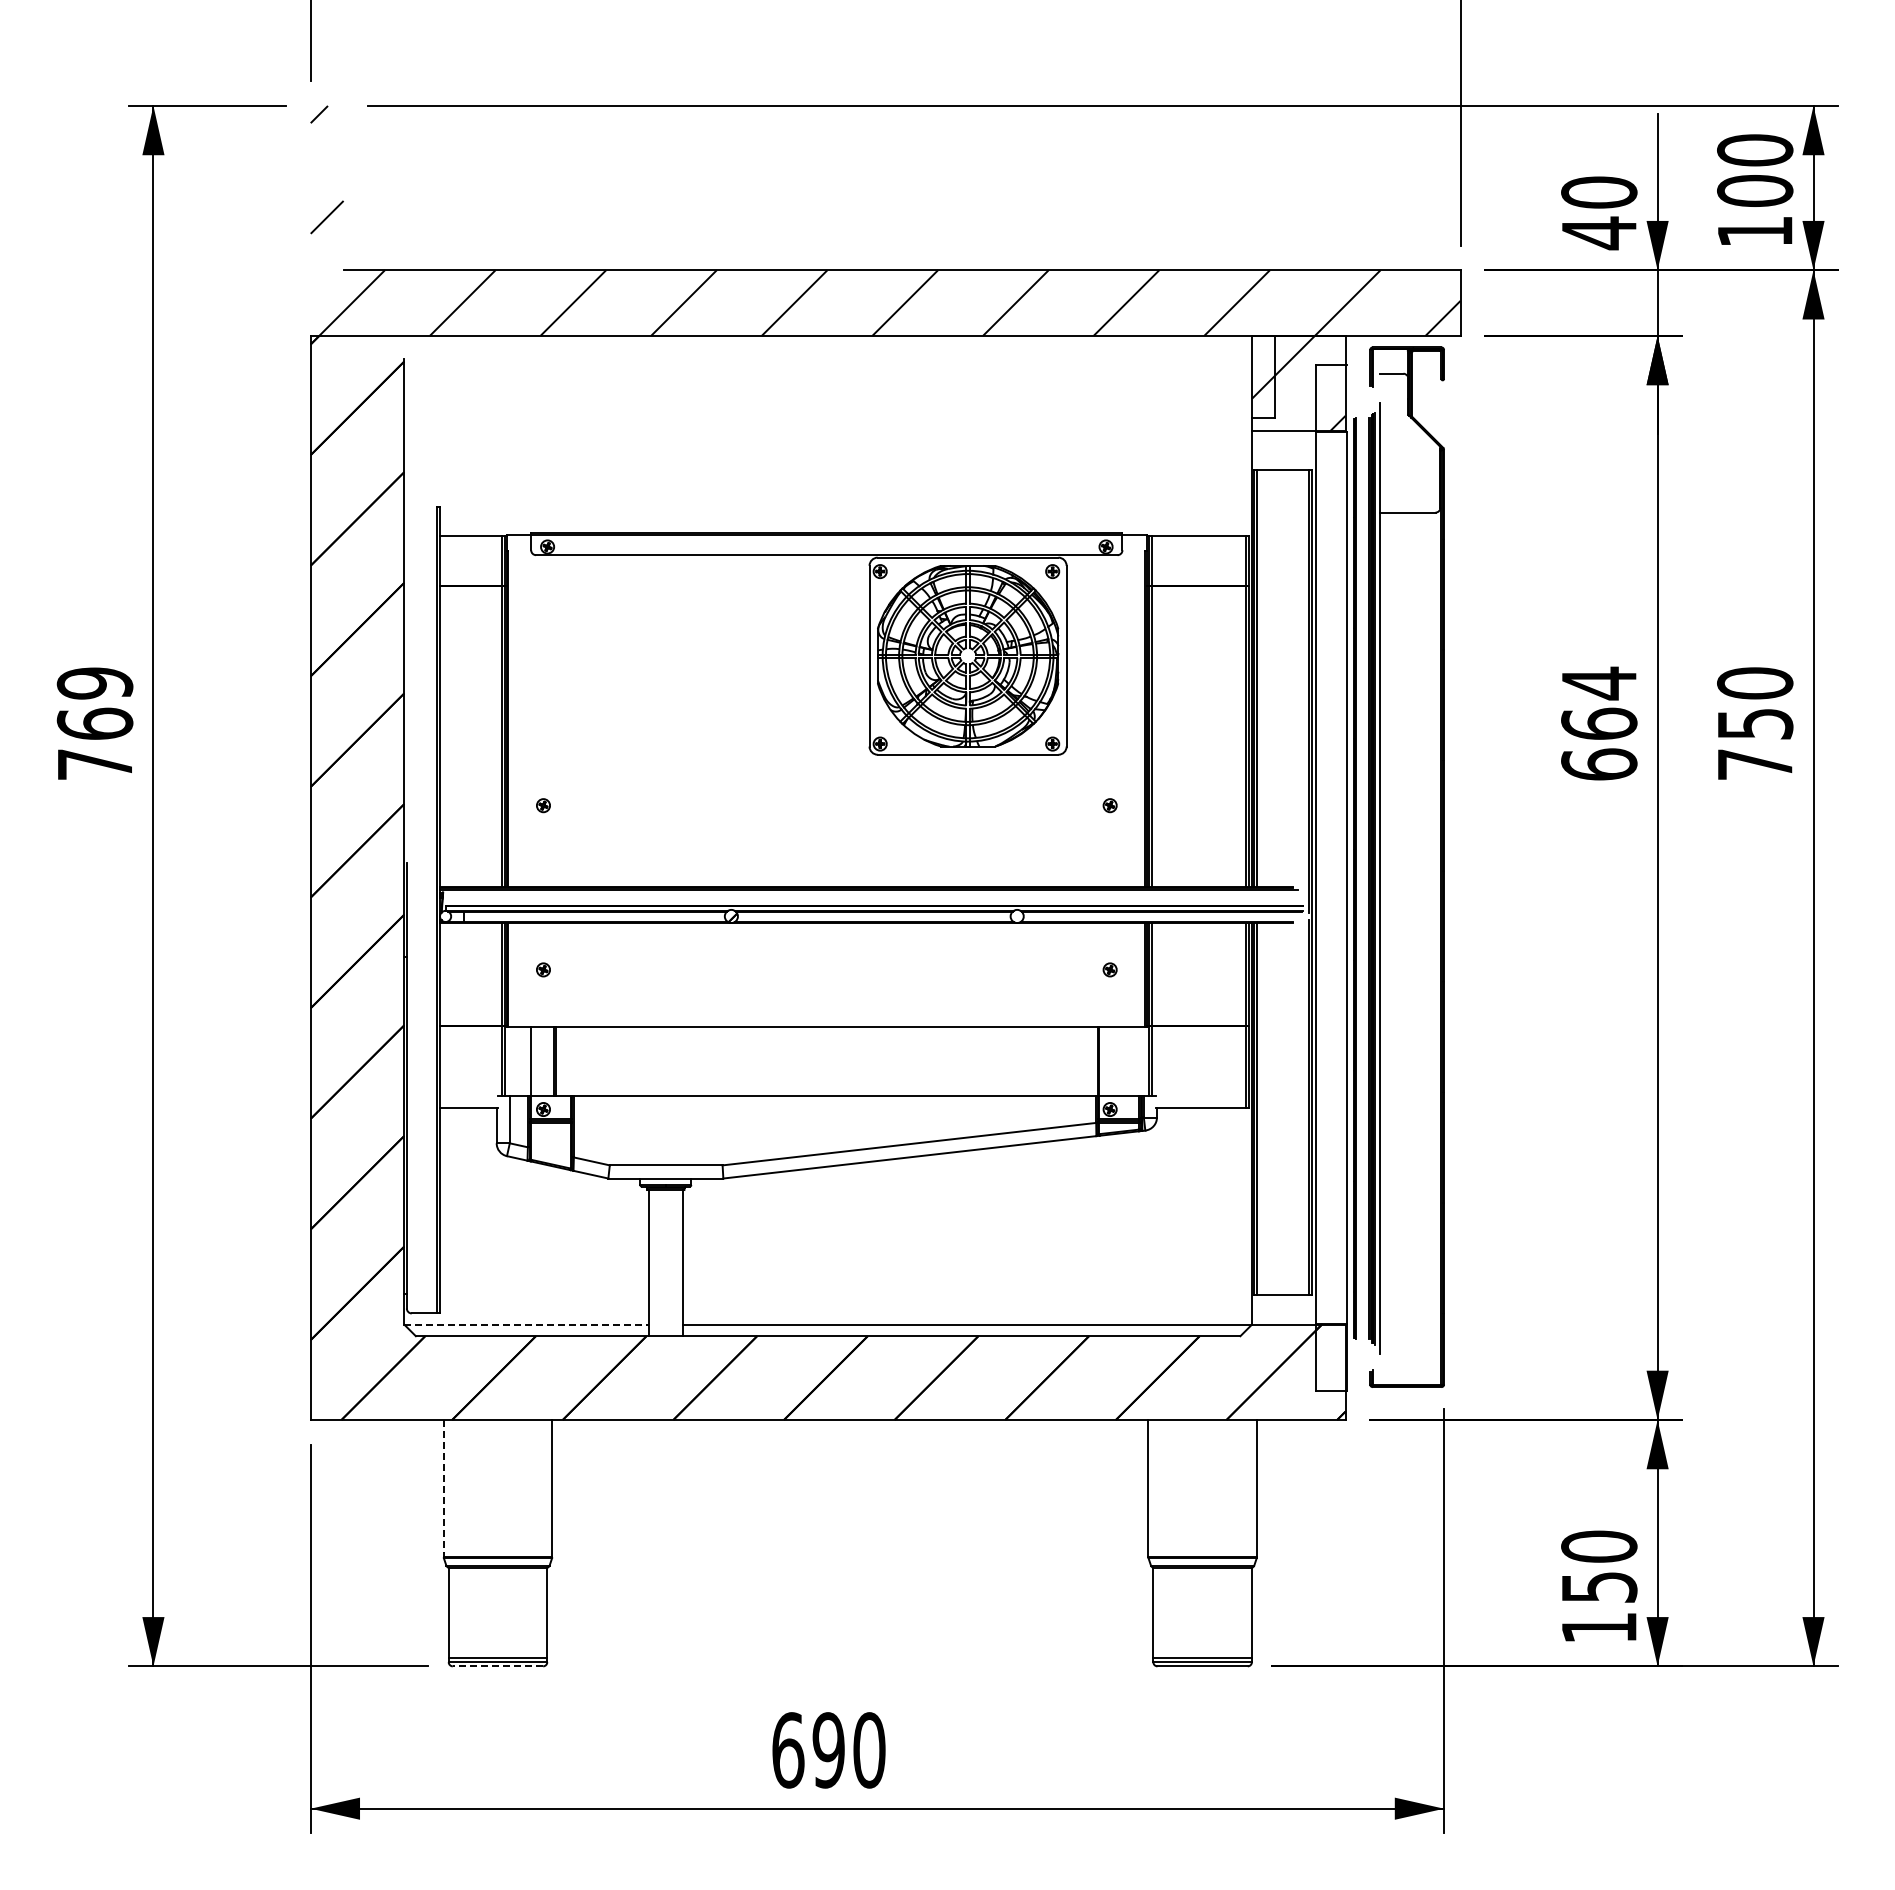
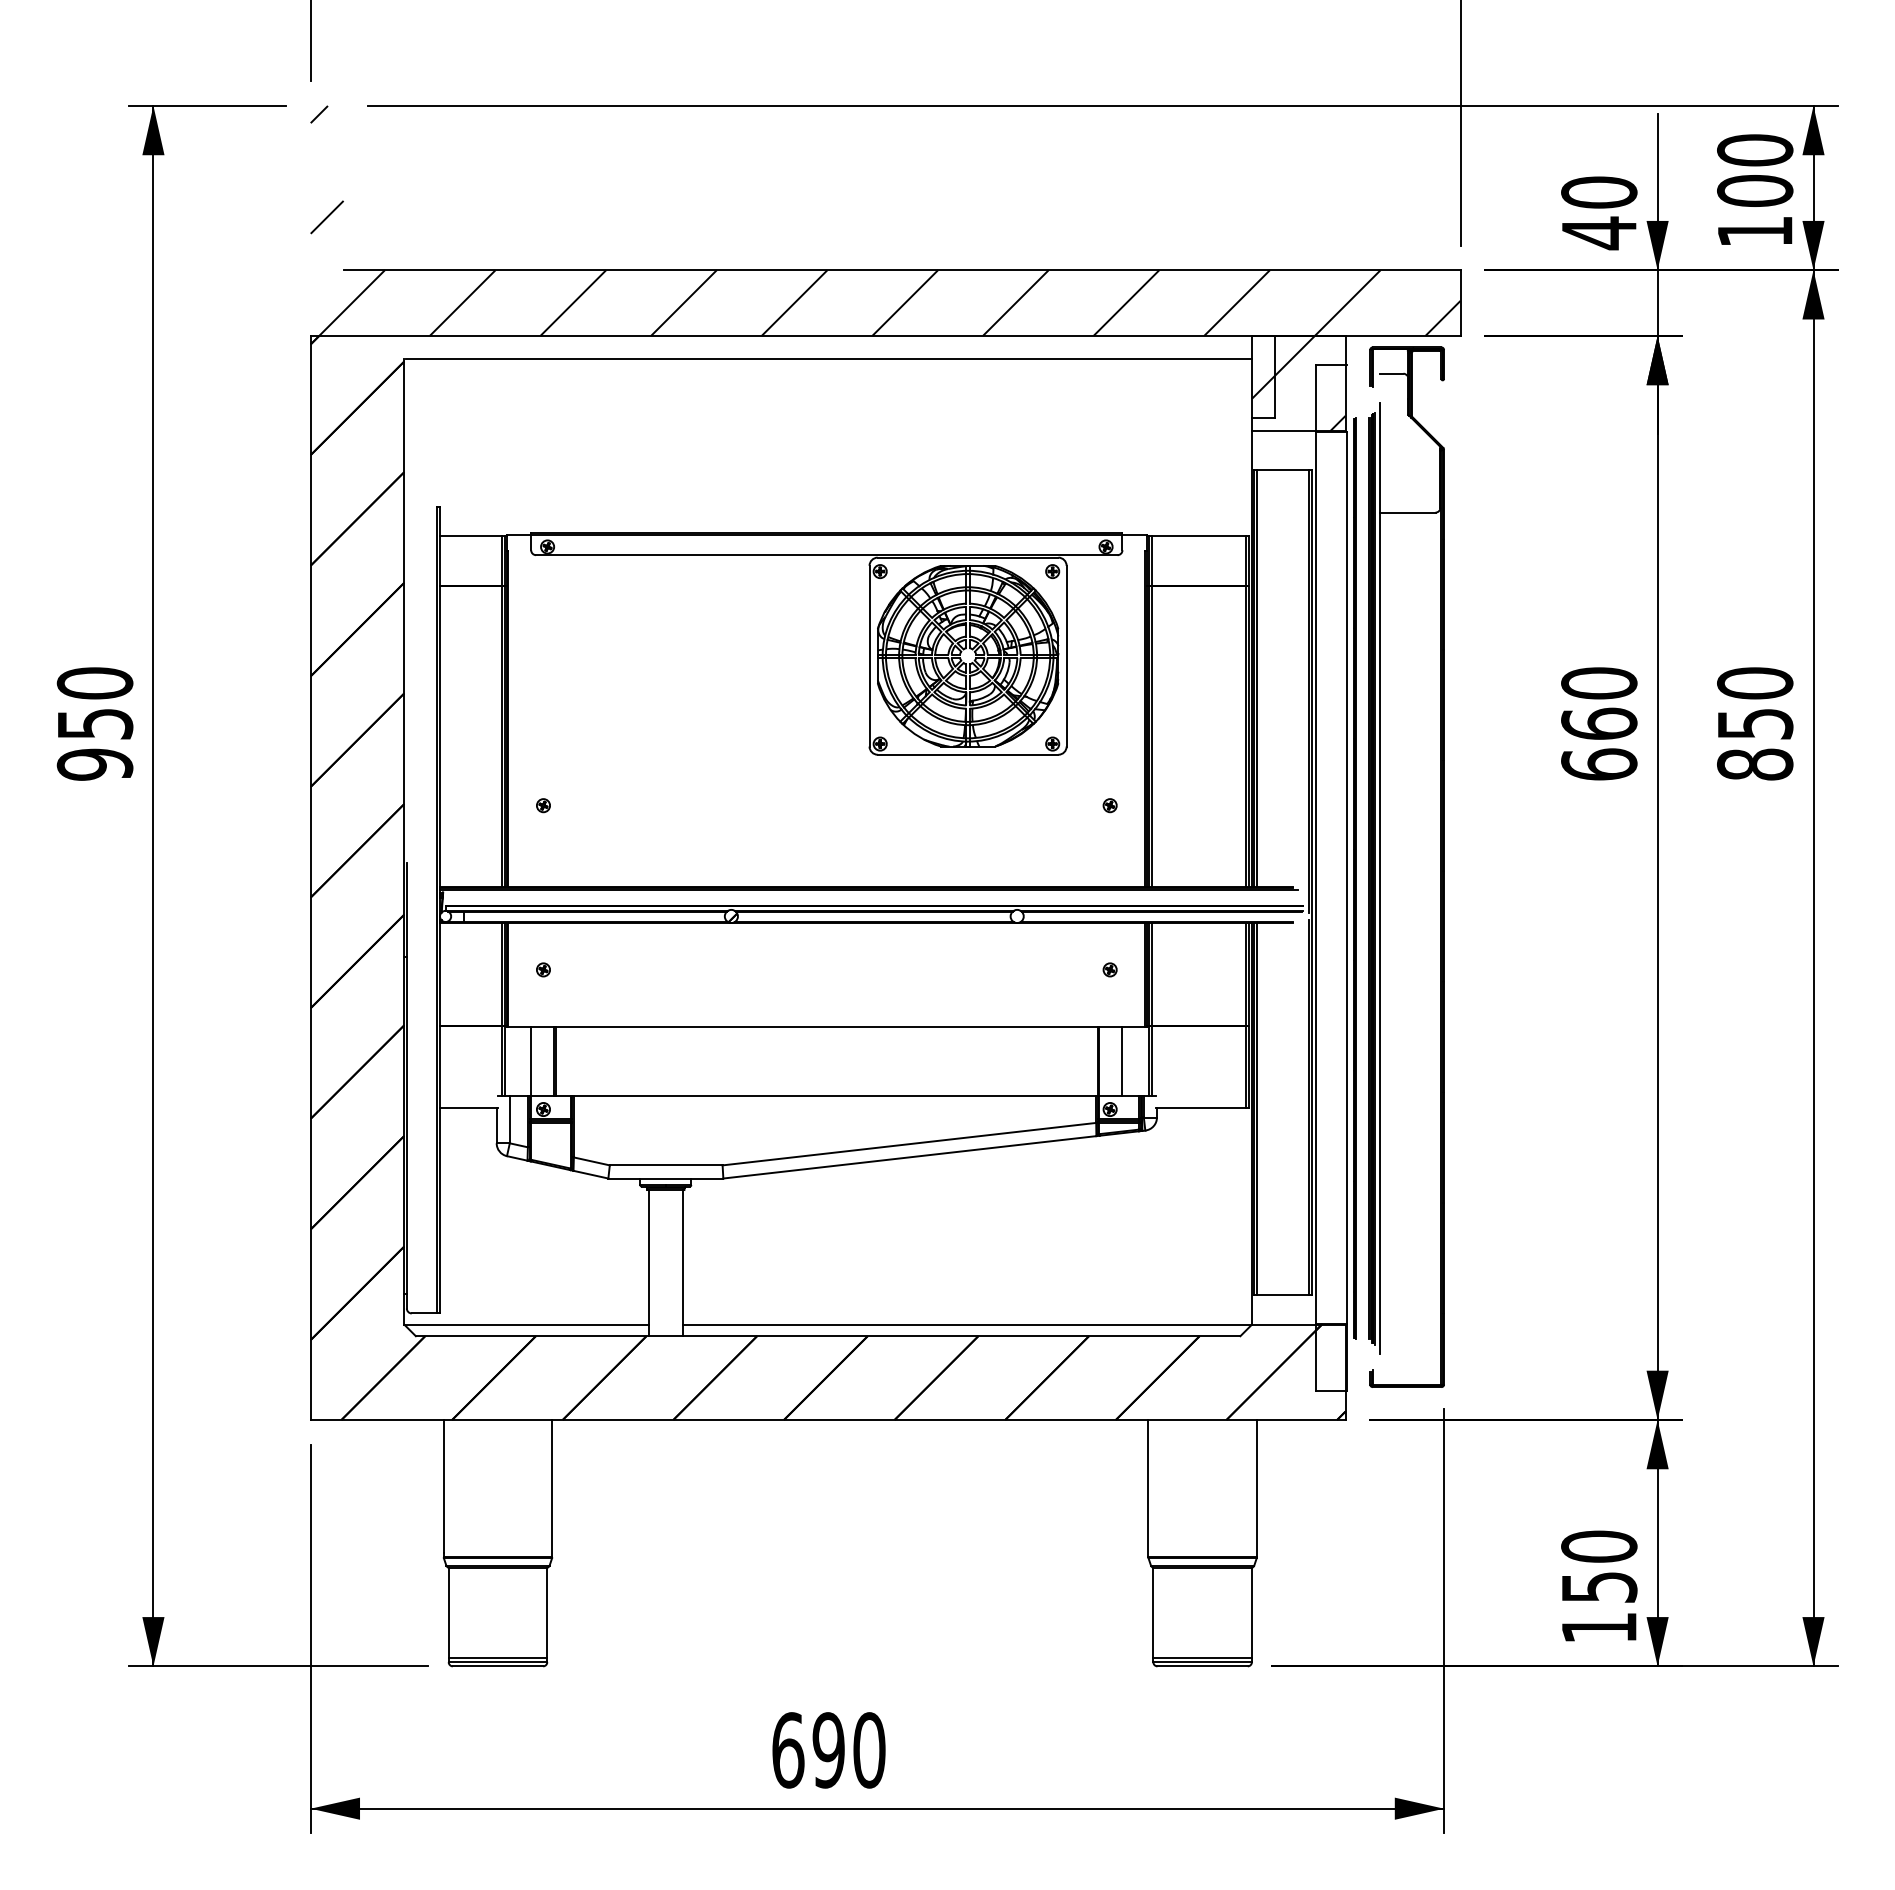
line at (828, 358): none -> present
text at (1599, 683): 664 -> 660
text at (94, 723): 769 -> 950
text at (1755, 764): 750 -> 850
line at (1122, 1061): none -> present
line at (527, 1324): dashed -> solid
line at (443, 1486): dashed -> solid
line at (497, 1666): dashed -> solid
